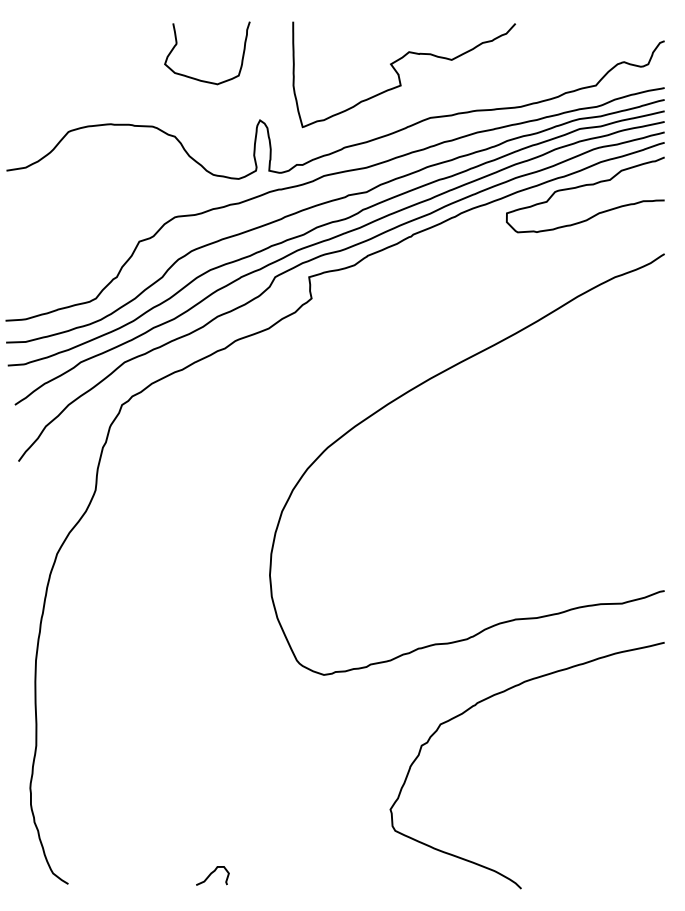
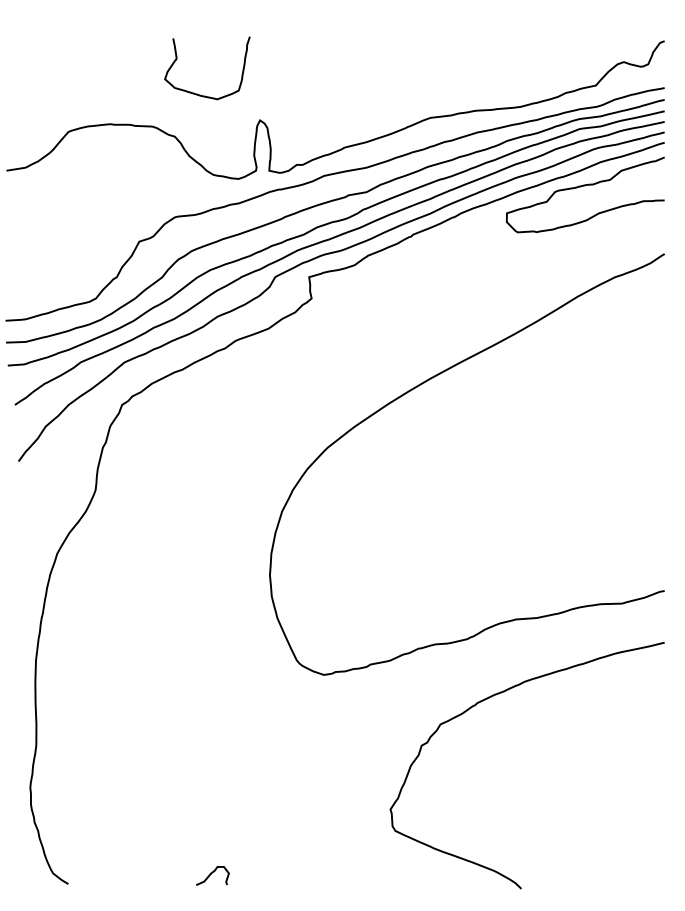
curve at (399, 74): present -> none
curve at (197, 78) position: (197, 78) -> (197, 93)
